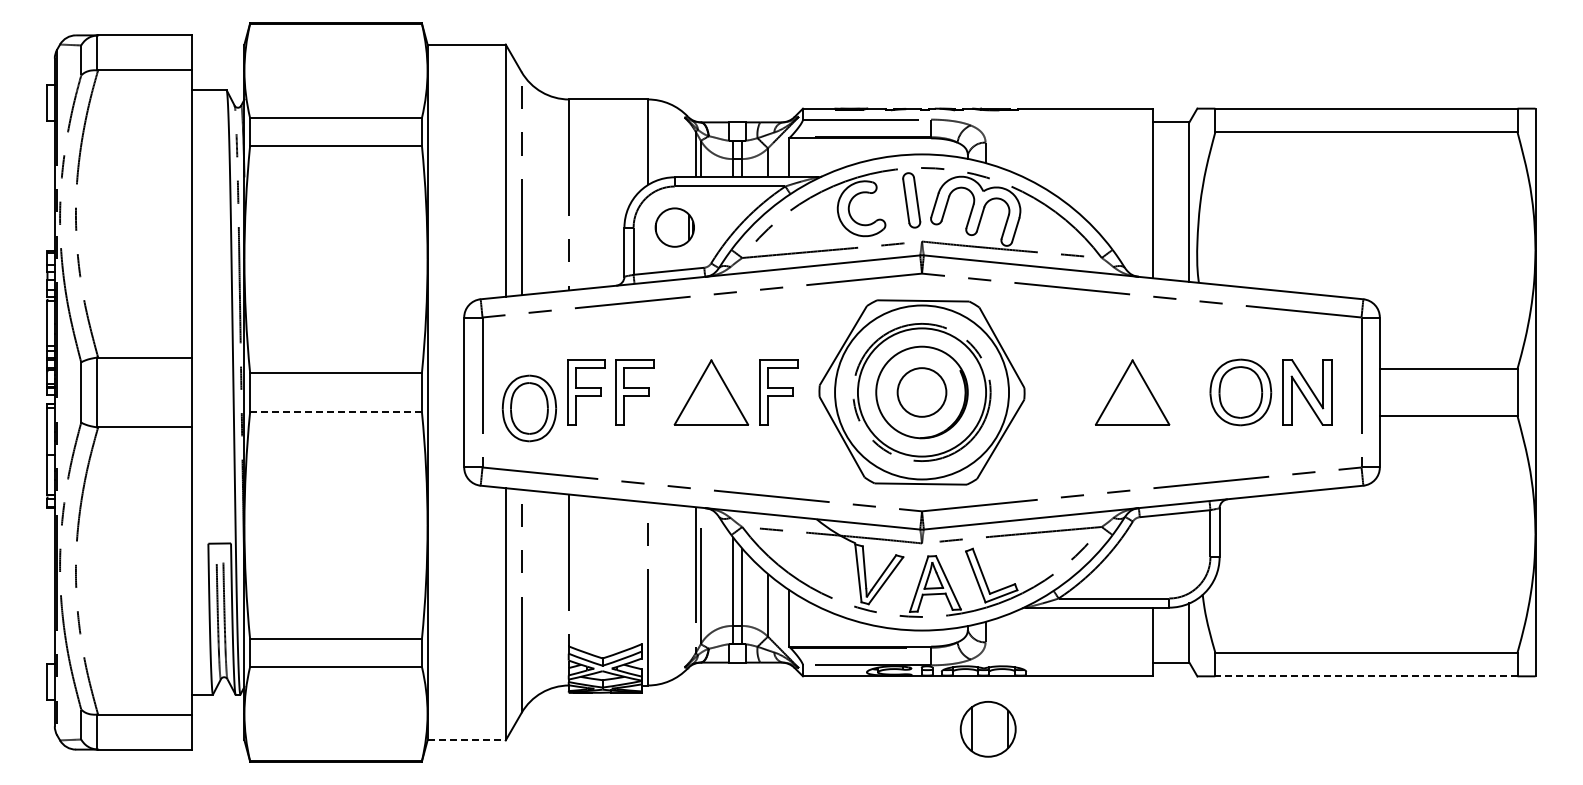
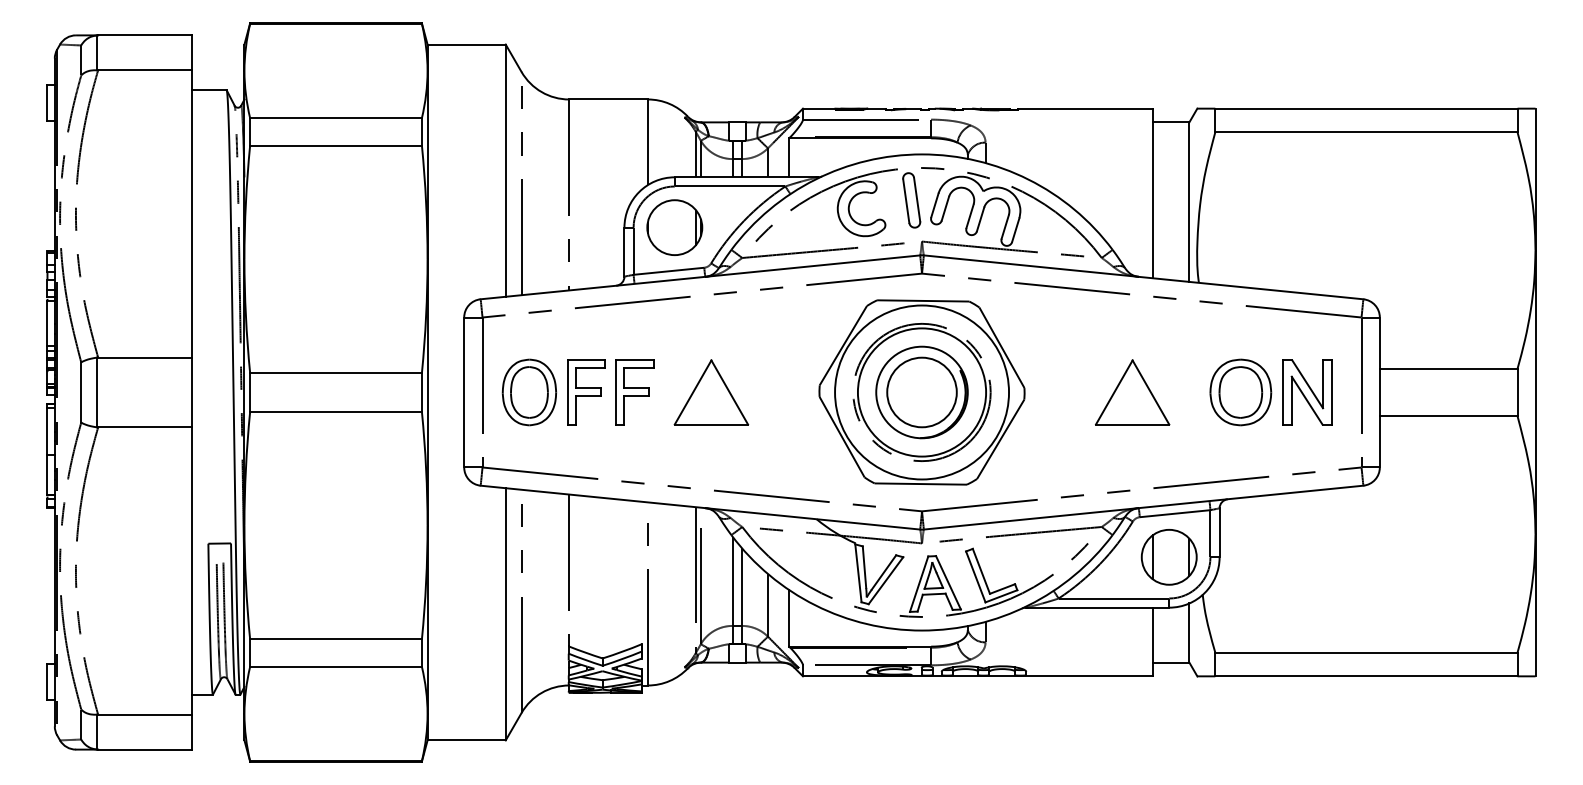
part at (674, 227) size: 41x41 px -> 58x57 px
part at (778, 392): present -> none
circle at (921, 392) diameter: 49 px -> 70 px
part at (529, 408) position: (529, 408) -> (529, 392)
line at (336, 412): dashed -> solid
line at (1365, 676): dashed -> solid
part at (987, 729) position: (987, 729) -> (1168, 557)
line at (467, 740): dashed -> solid
